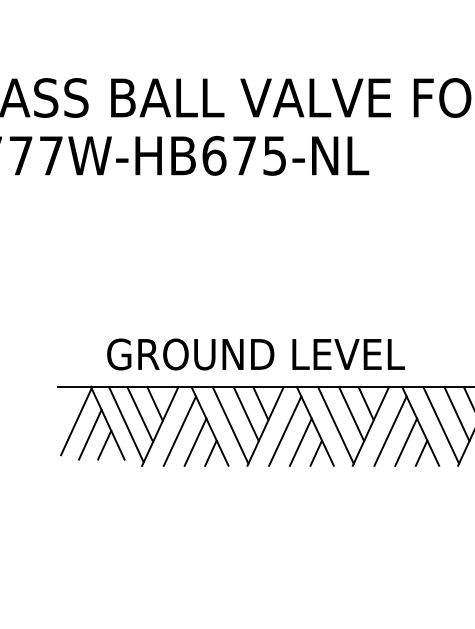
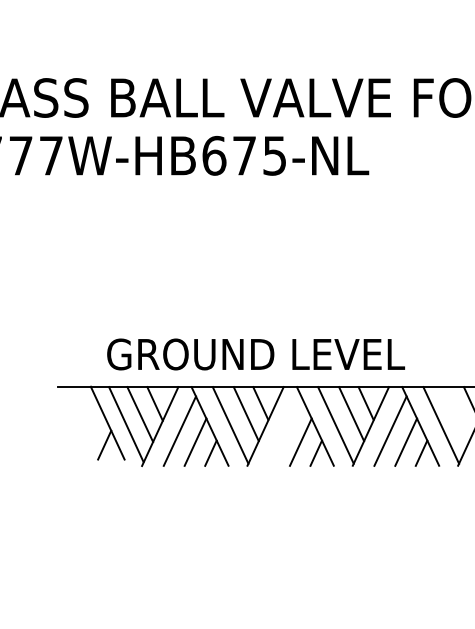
line at (456, 414): present -> none
line at (76, 421): present -> none
line at (285, 430): present -> none
line at (90, 434): present -> none
